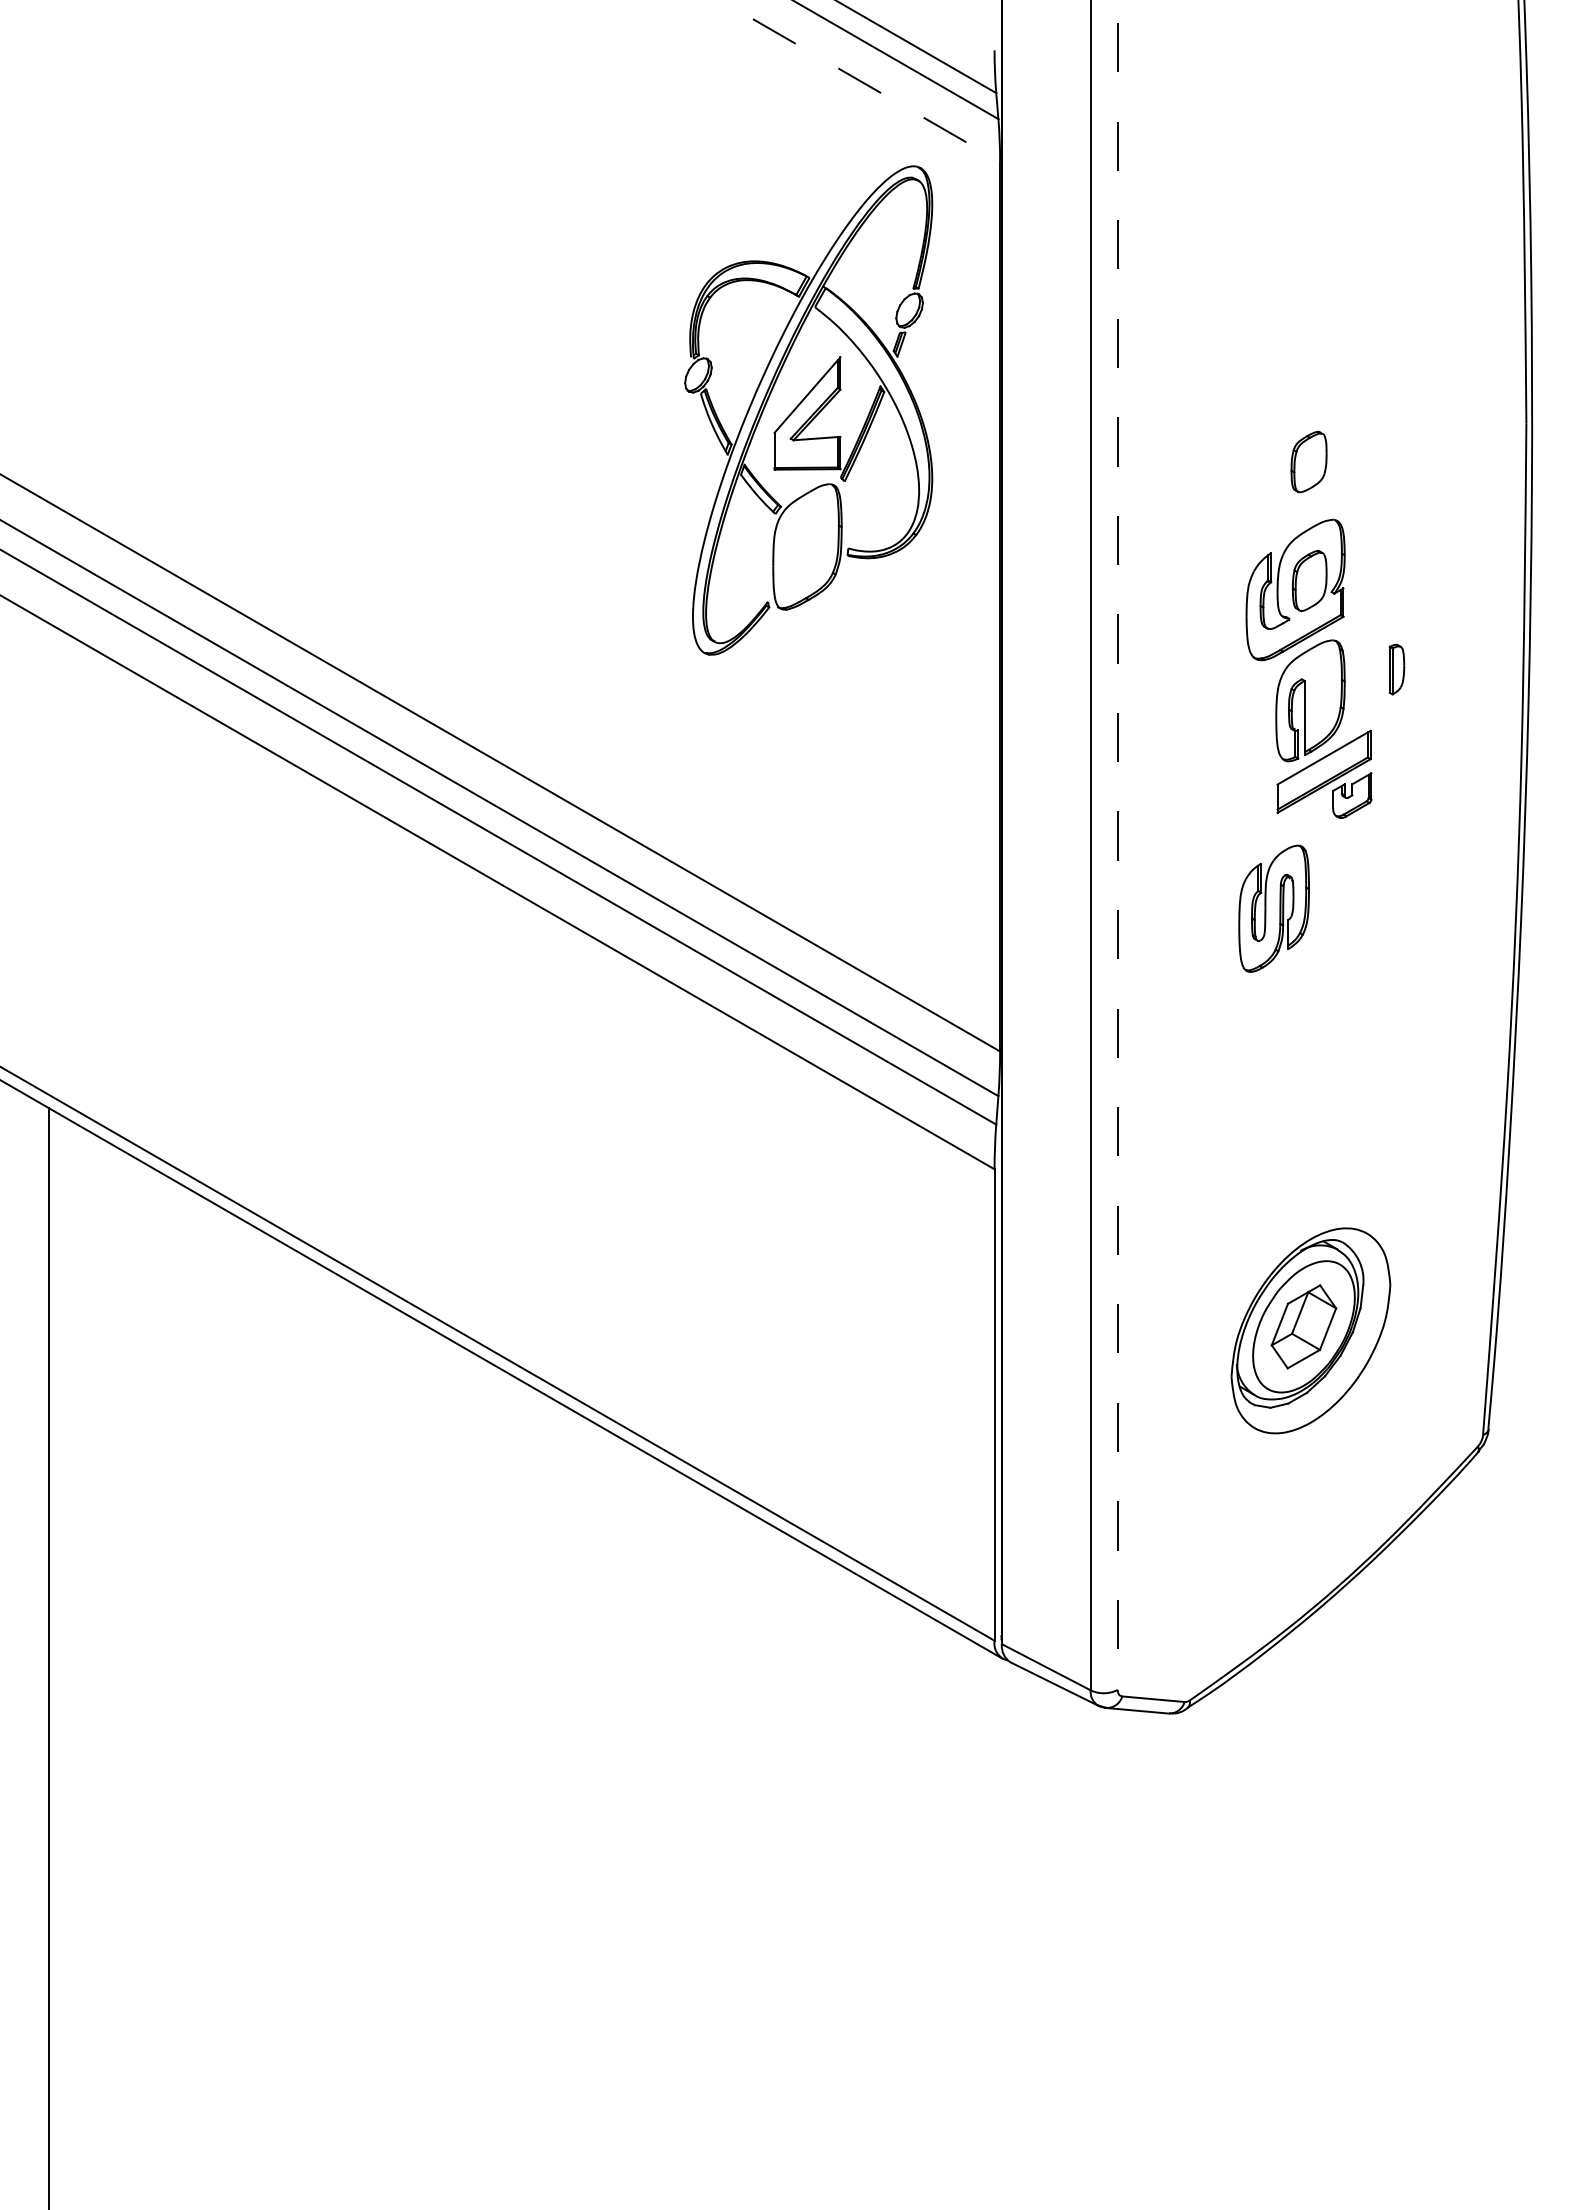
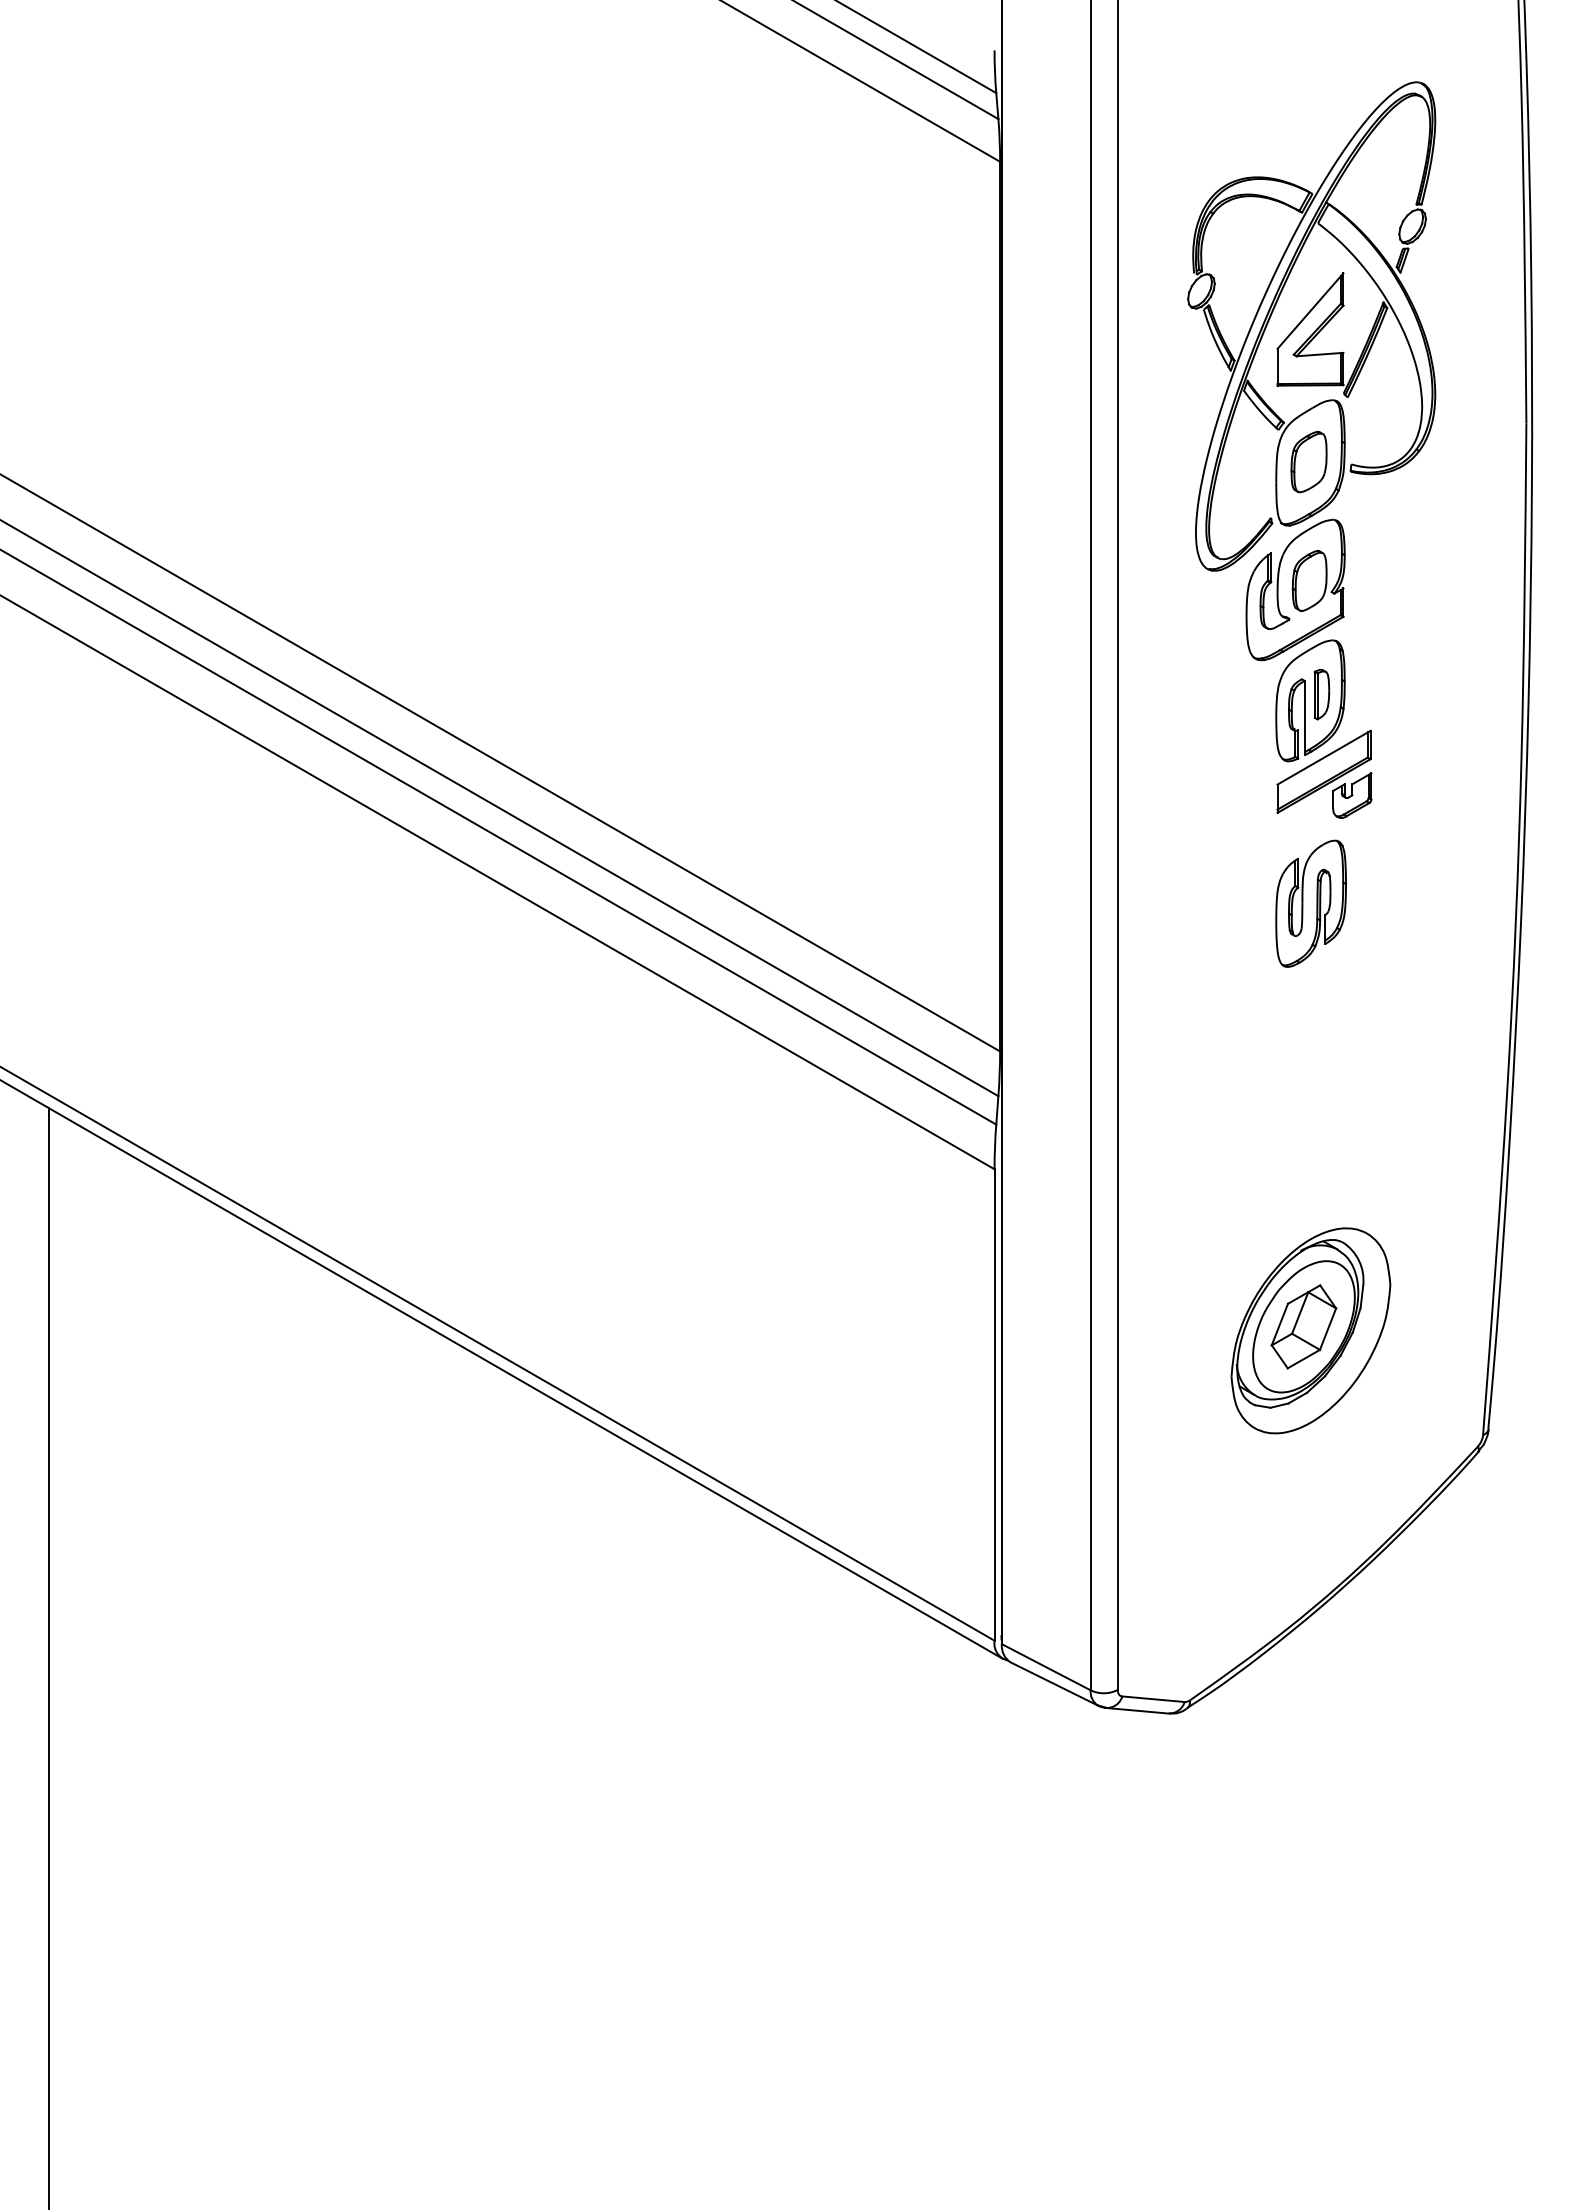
line at (860, 81): dashed -> solid
part at (808, 410) position: (808, 410) -> (1311, 326)
part at (1396, 669) position: (1396, 669) -> (1321, 694)
line at (1117, 845): dashed -> solid
part at (1273, 908) position: (1273, 908) -> (1310, 903)
